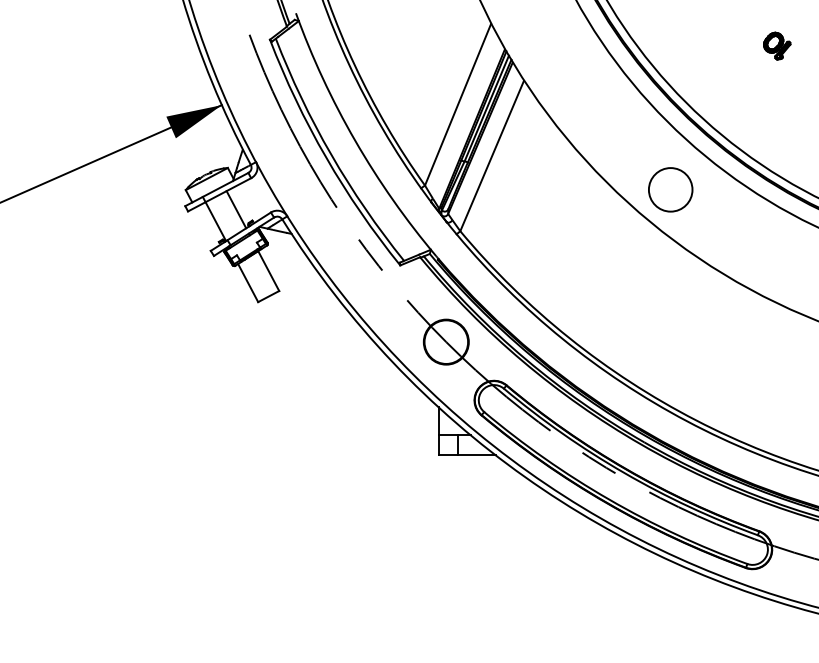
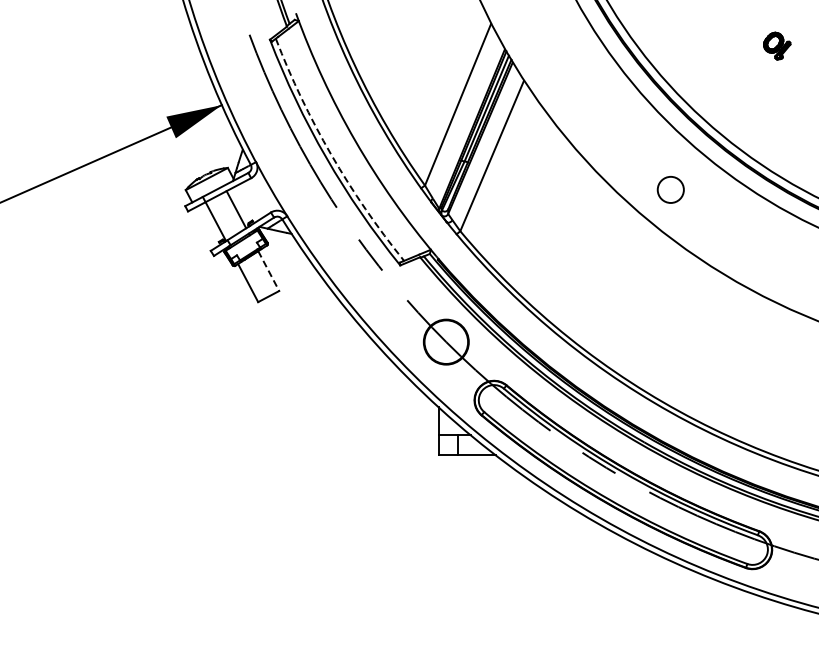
arc at (331, 154): solid -> dashed
circle at (670, 189) size: 46x46 px -> 29x28 px
line at (268, 271): solid -> dashed
